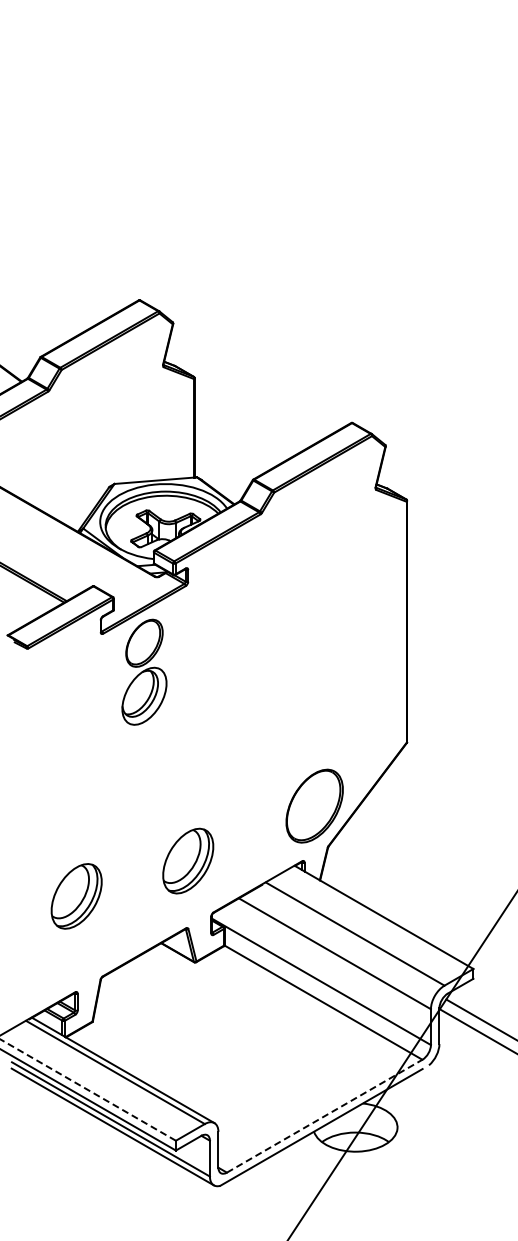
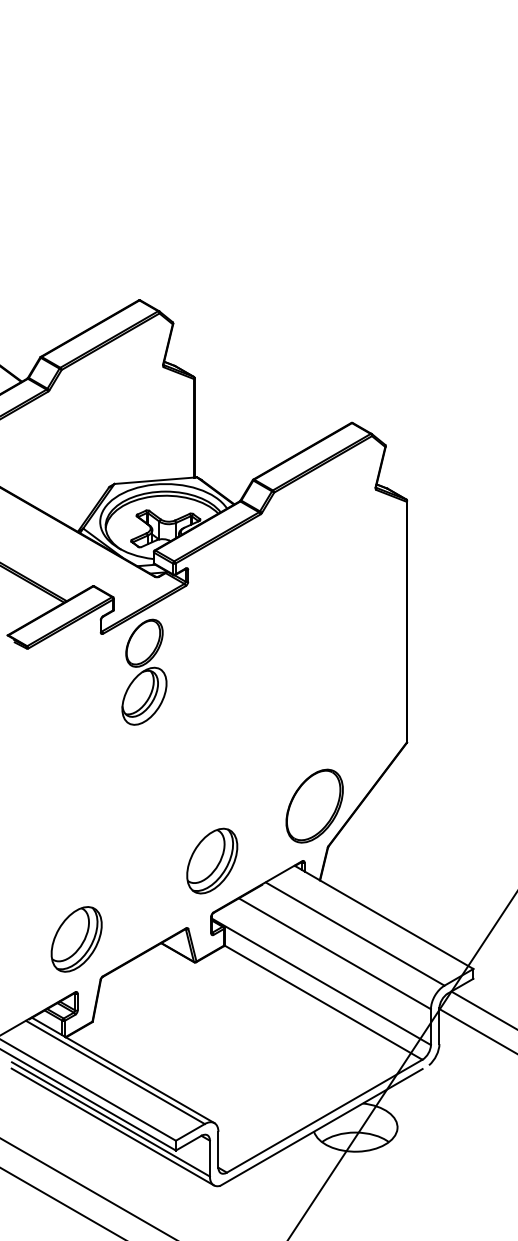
part at (188, 860) position: (188, 860) -> (212, 860)
part at (76, 896) position: (76, 896) -> (76, 939)
line at (480, 1019) position: (480, 1019) -> (482, 1009)
line at (87, 1089): dashed -> solid
line at (324, 1116): dashed -> solid
line at (87, 1188): none -> present
line at (61, 1202): none -> present
